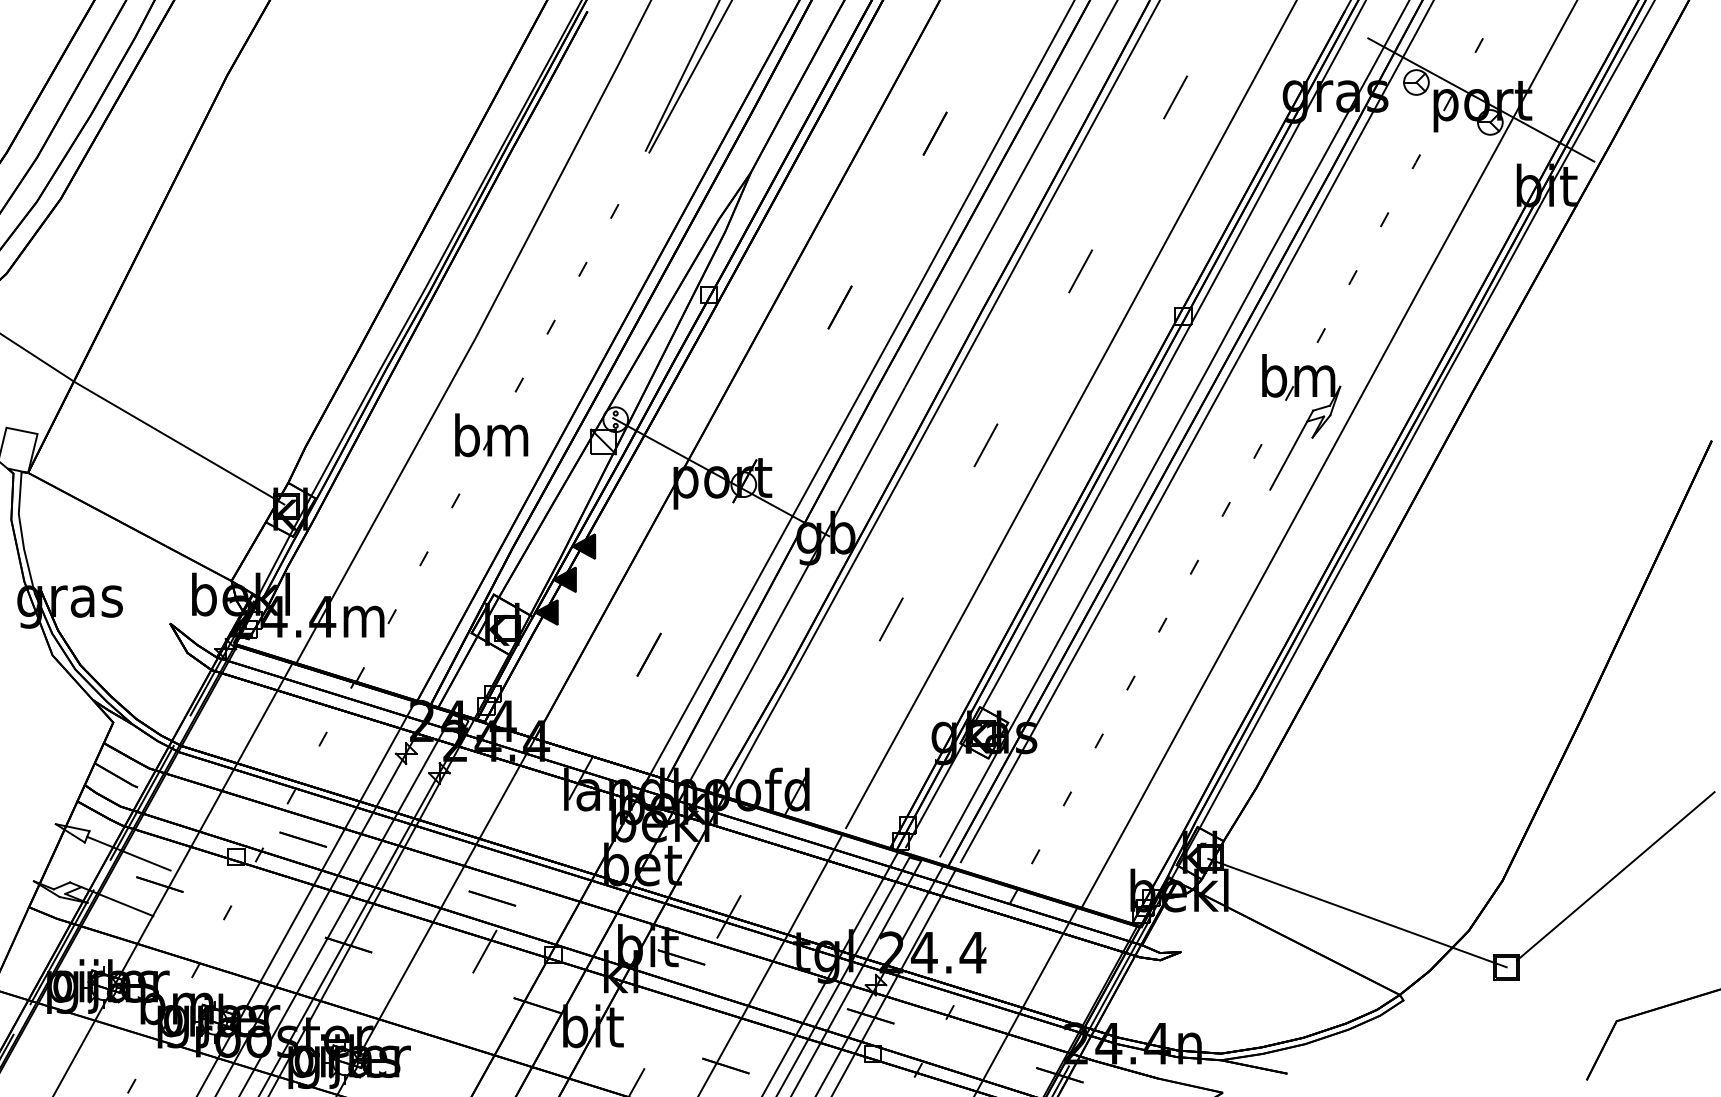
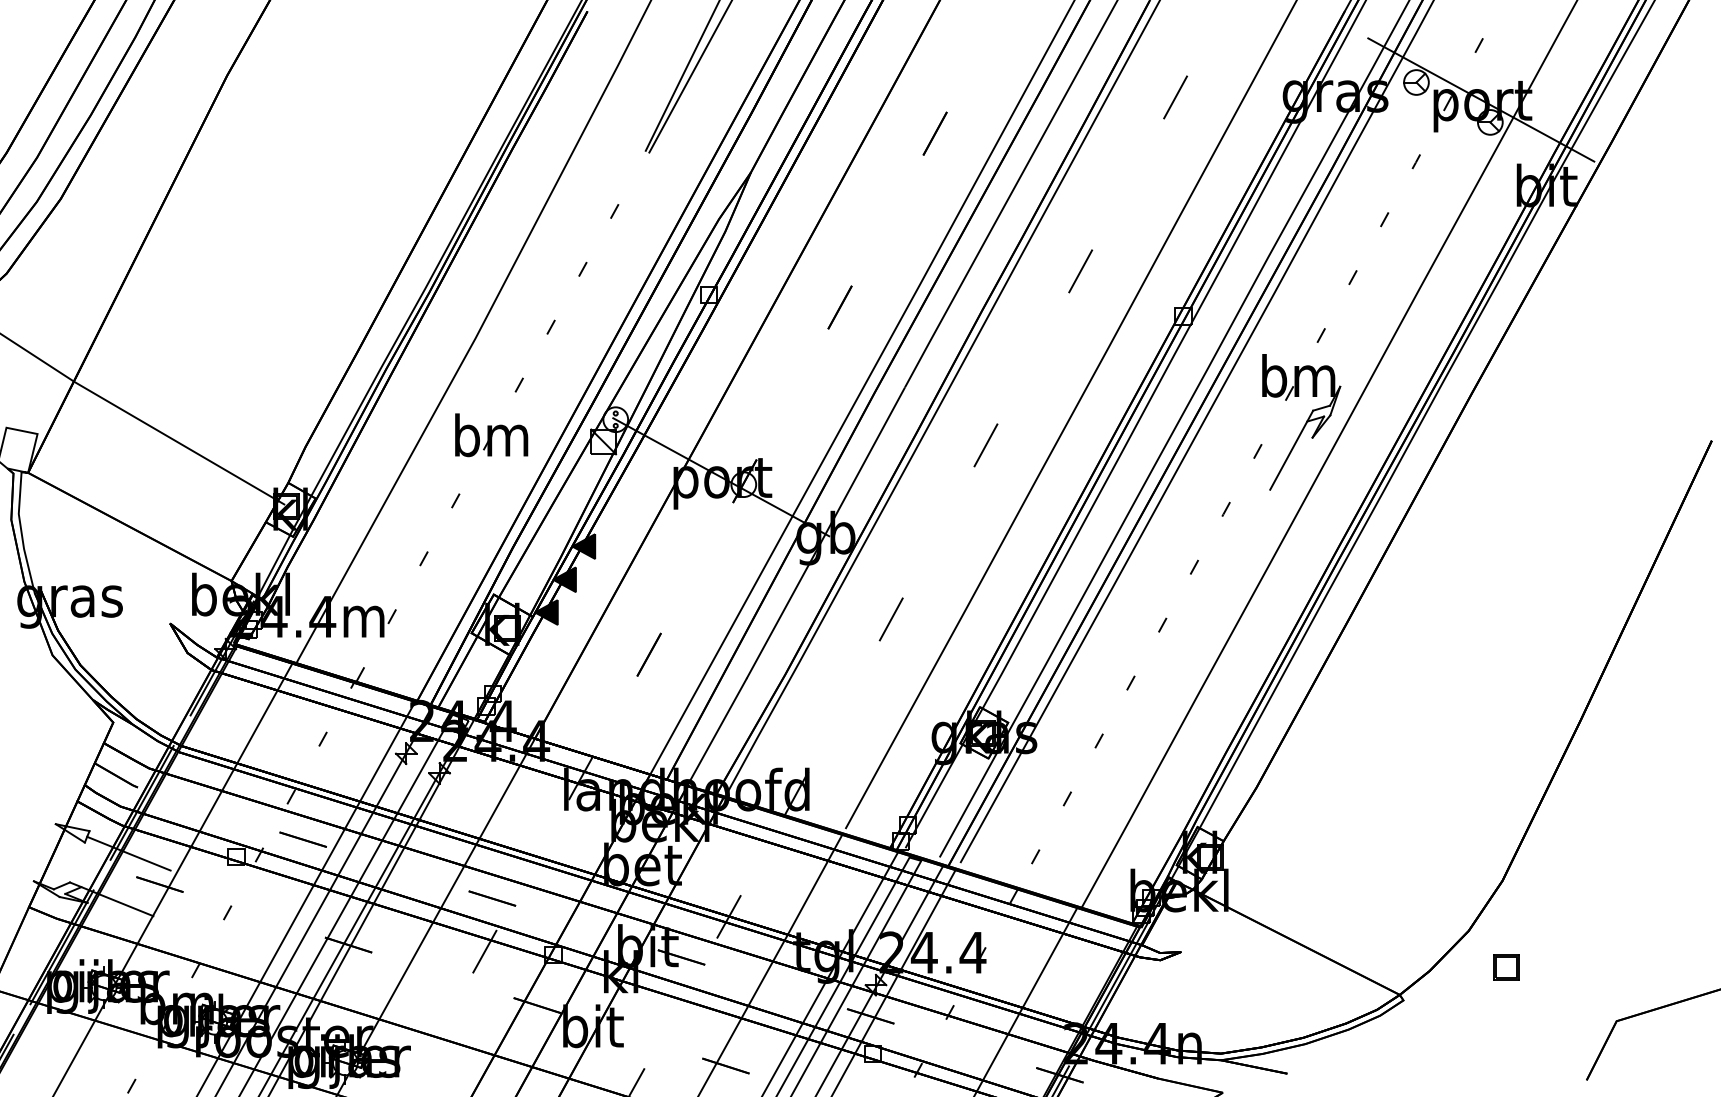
line at (1615, 876): present -> none
line at (1357, 912): present -> none
